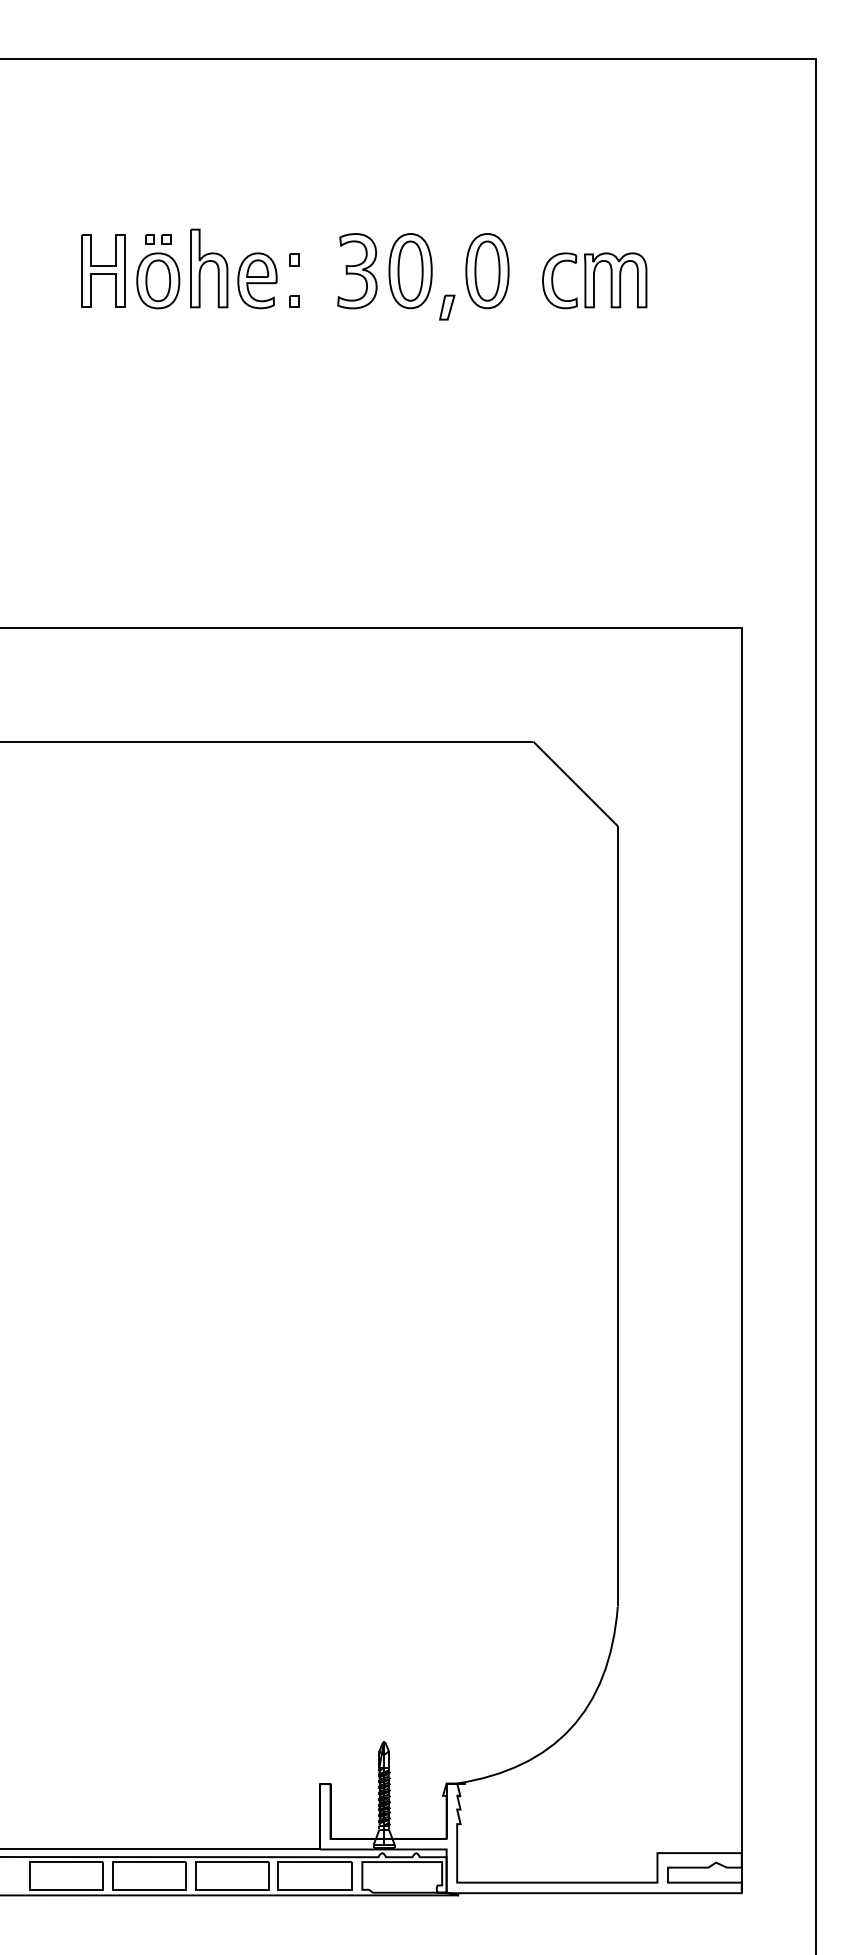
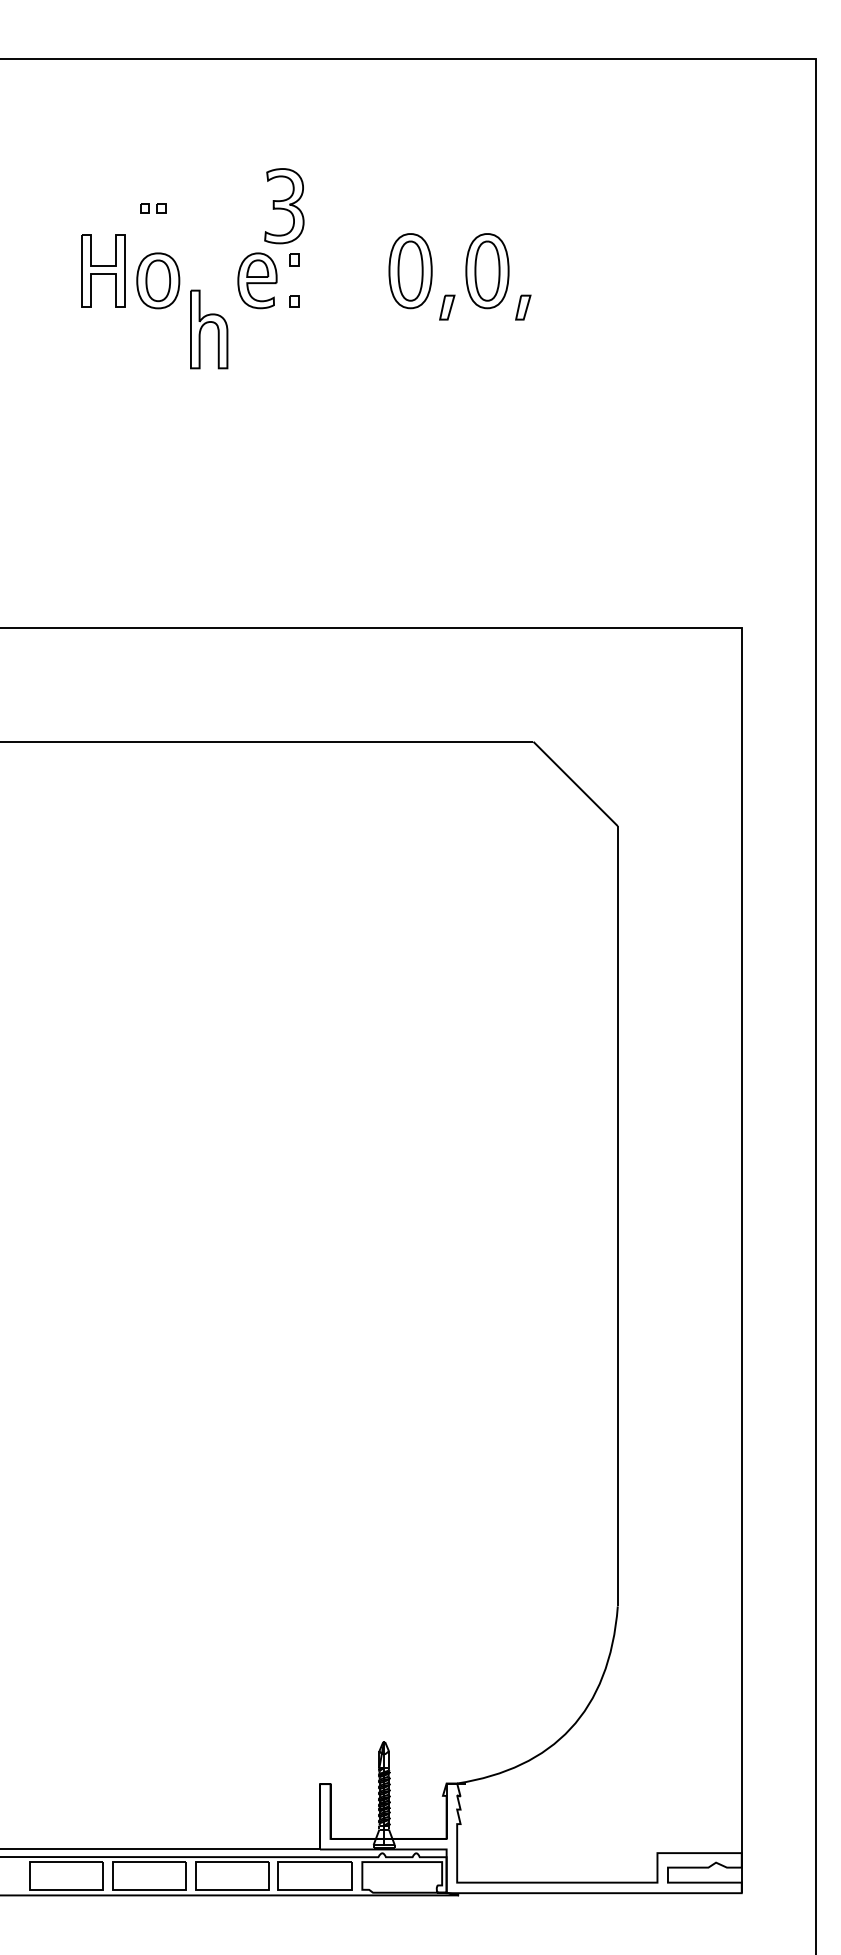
part at (158, 239) position: (158, 239) -> (153, 208)
part at (208, 262) position: (208, 262) -> (208, 323)
part at (357, 271) position: (357, 271) -> (284, 206)
part at (594, 280): present -> none
part at (523, 307): none -> present
